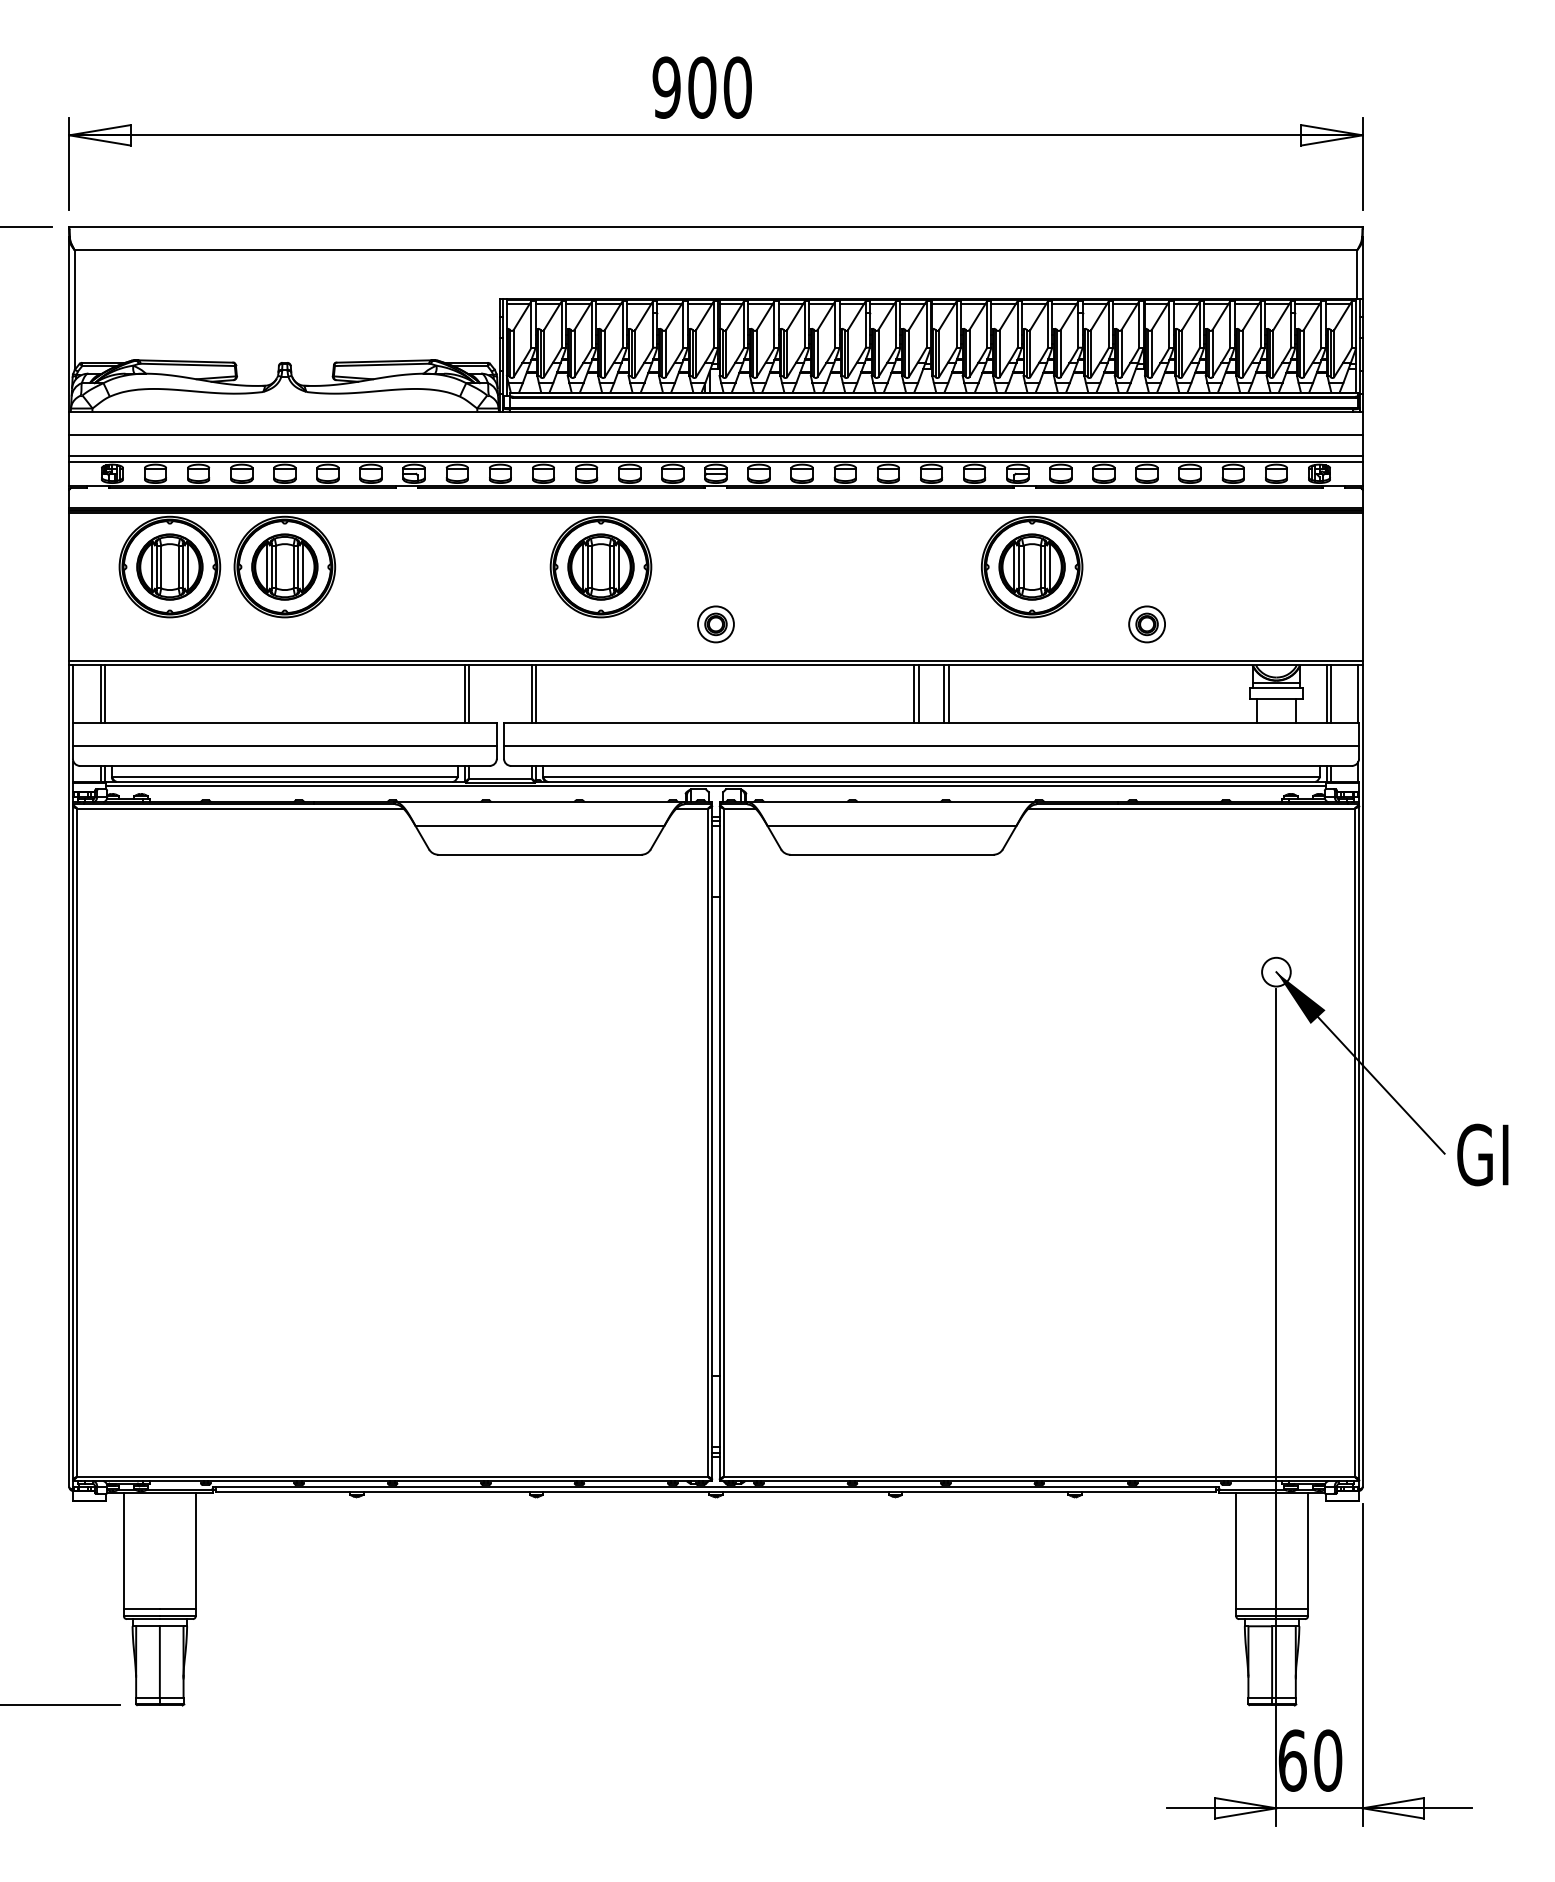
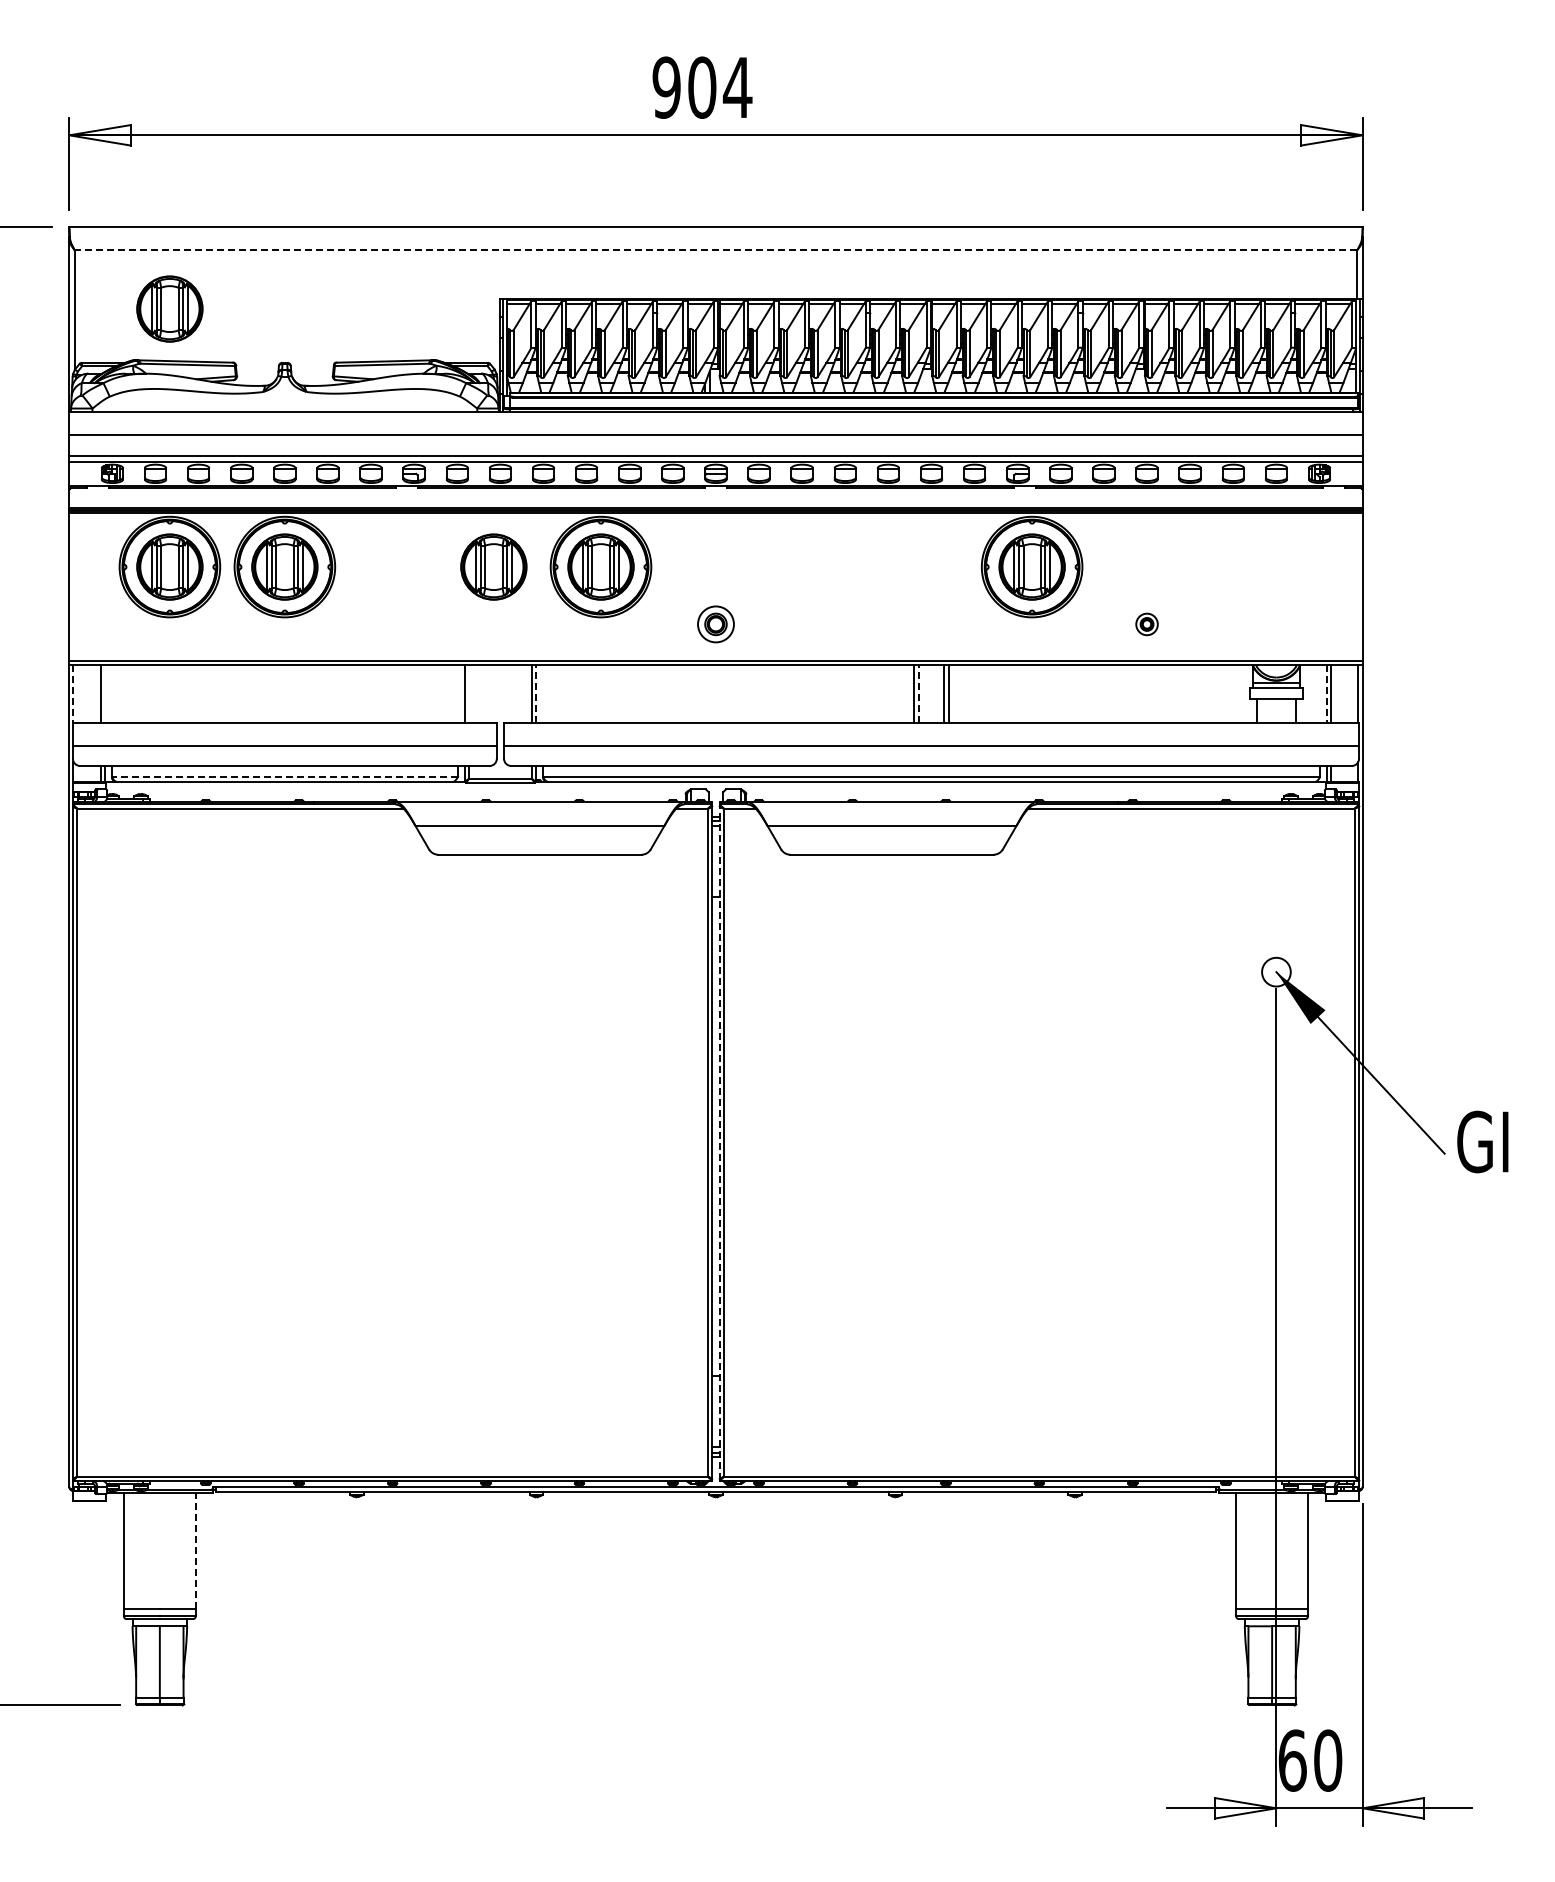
text at (737, 87): 900 -> 904
line at (715, 250): solid -> dashed
part at (169, 308): none -> present
part at (493, 566): none -> present
part at (1146, 624) size: 38x39 px -> 24x25 px
line at (73, 693): solid -> dashed
line at (105, 693): present -> none
line at (468, 693): present -> none
line at (536, 693): solid -> dashed
line at (918, 693): solid -> dashed
line at (1326, 693): solid -> dashed
line at (284, 777): solid -> dashed
line at (715, 785): present -> none
line at (719, 1142): solid -> dashed
text at (1482, 1154) position: (1482, 1154) -> (1482, 1141)
line at (195, 1550): solid -> dashed
